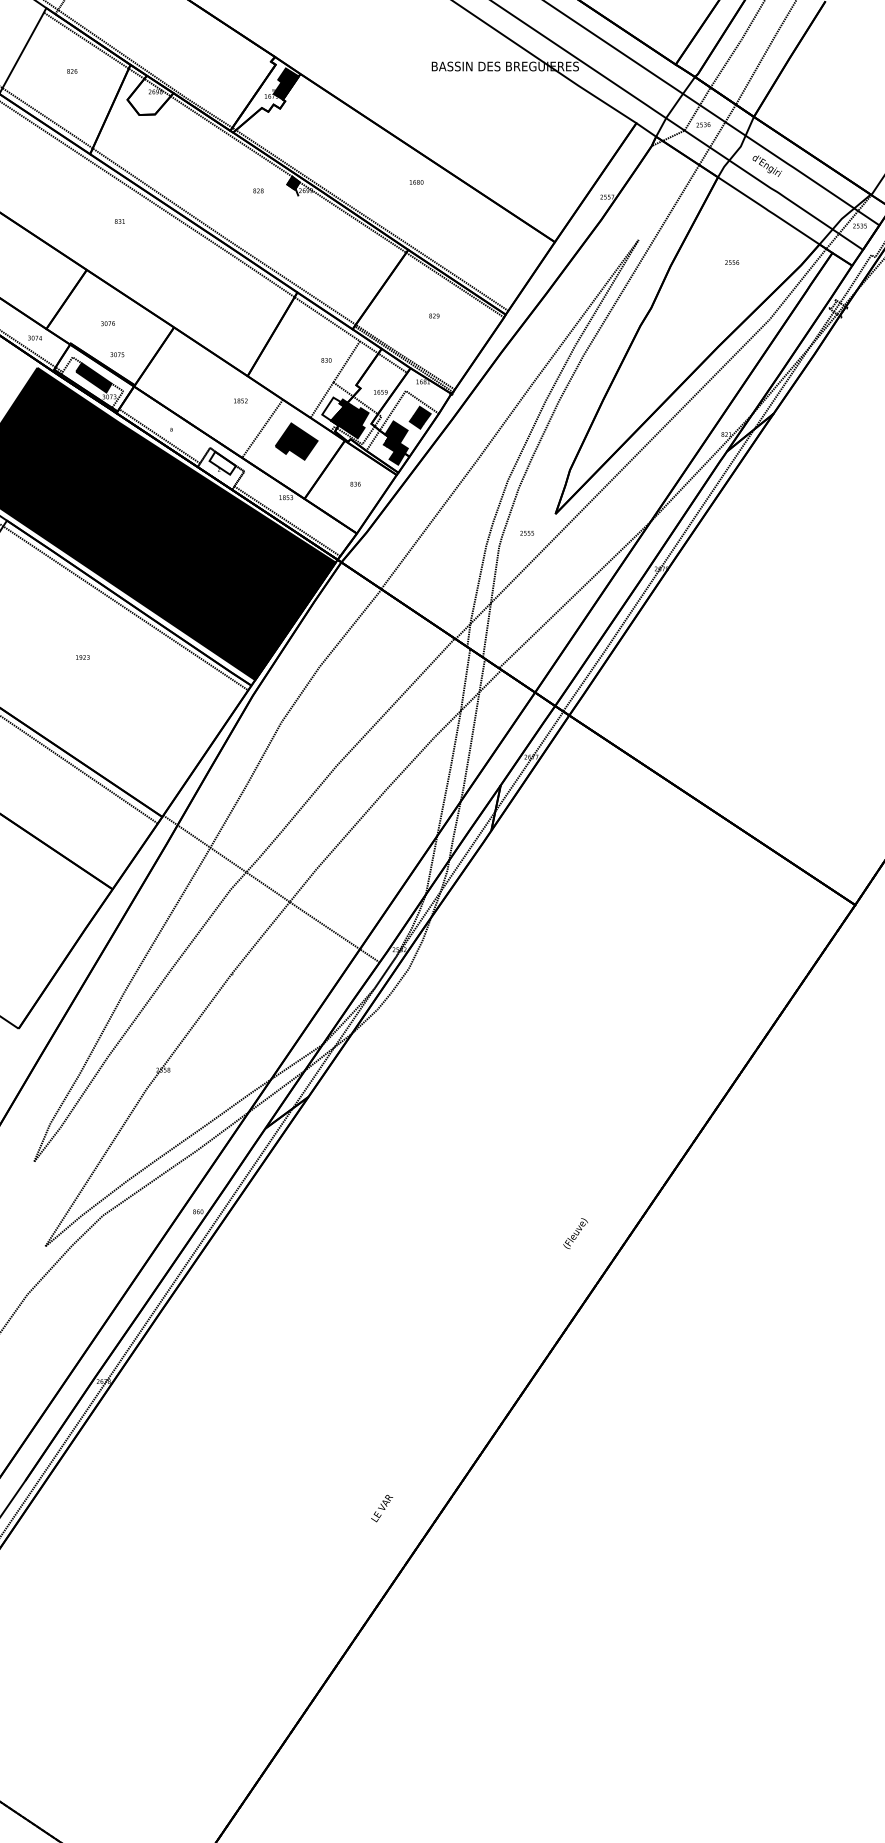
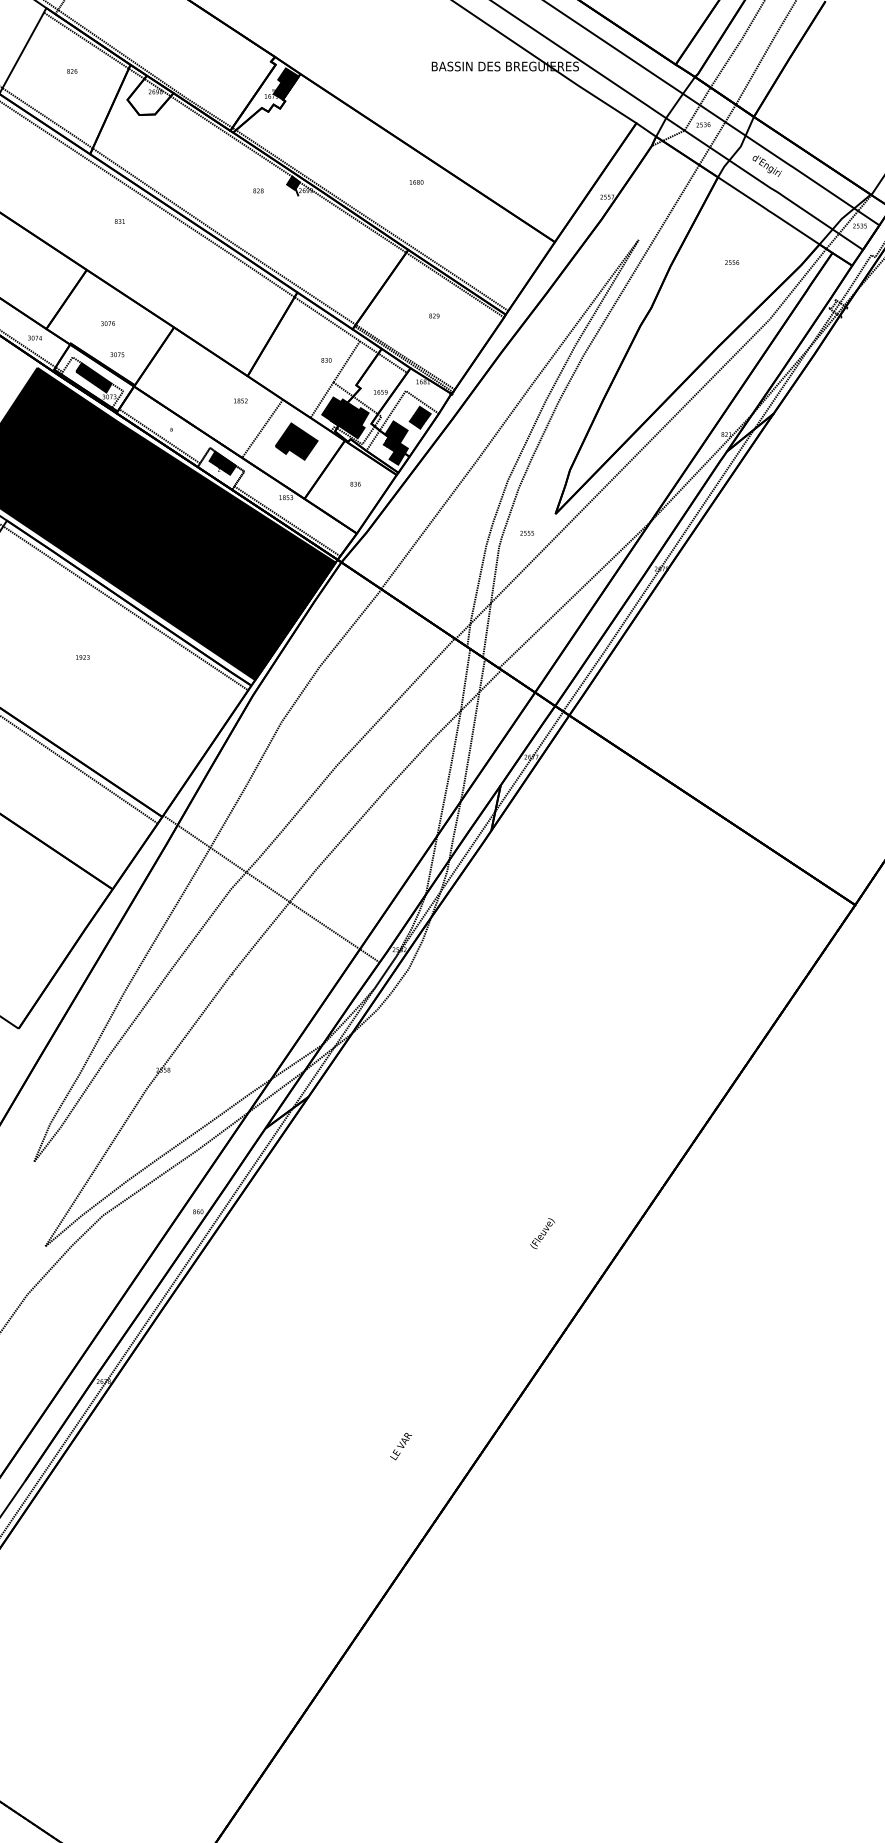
fill at (333, 408): none -> present
fill at (222, 462): none -> present
text at (575, 1233) position: (575, 1233) -> (542, 1233)
text at (382, 1508) position: (382, 1508) -> (401, 1446)
